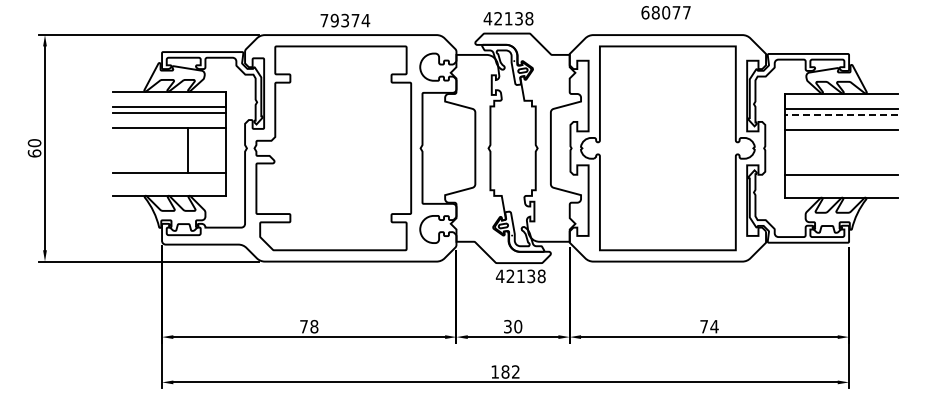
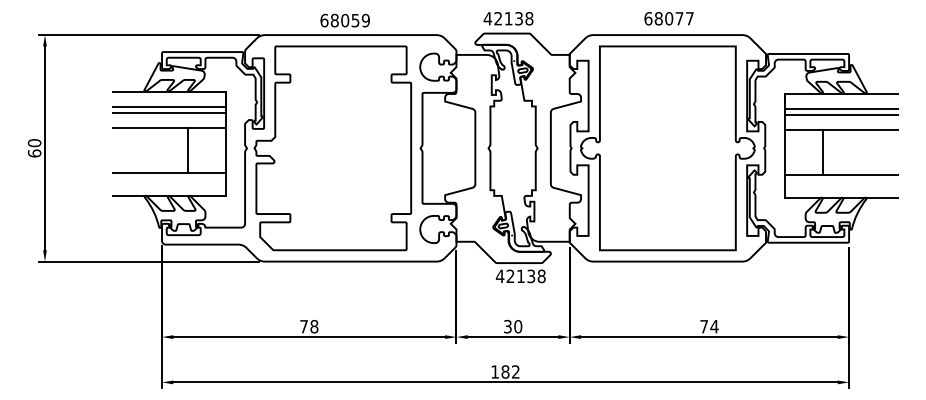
text at (665, 12) position: (665, 12) -> (668, 18)
text at (345, 20): 79374 -> 68059
line at (841, 114): dashed -> solid
line at (822, 152): none -> present
